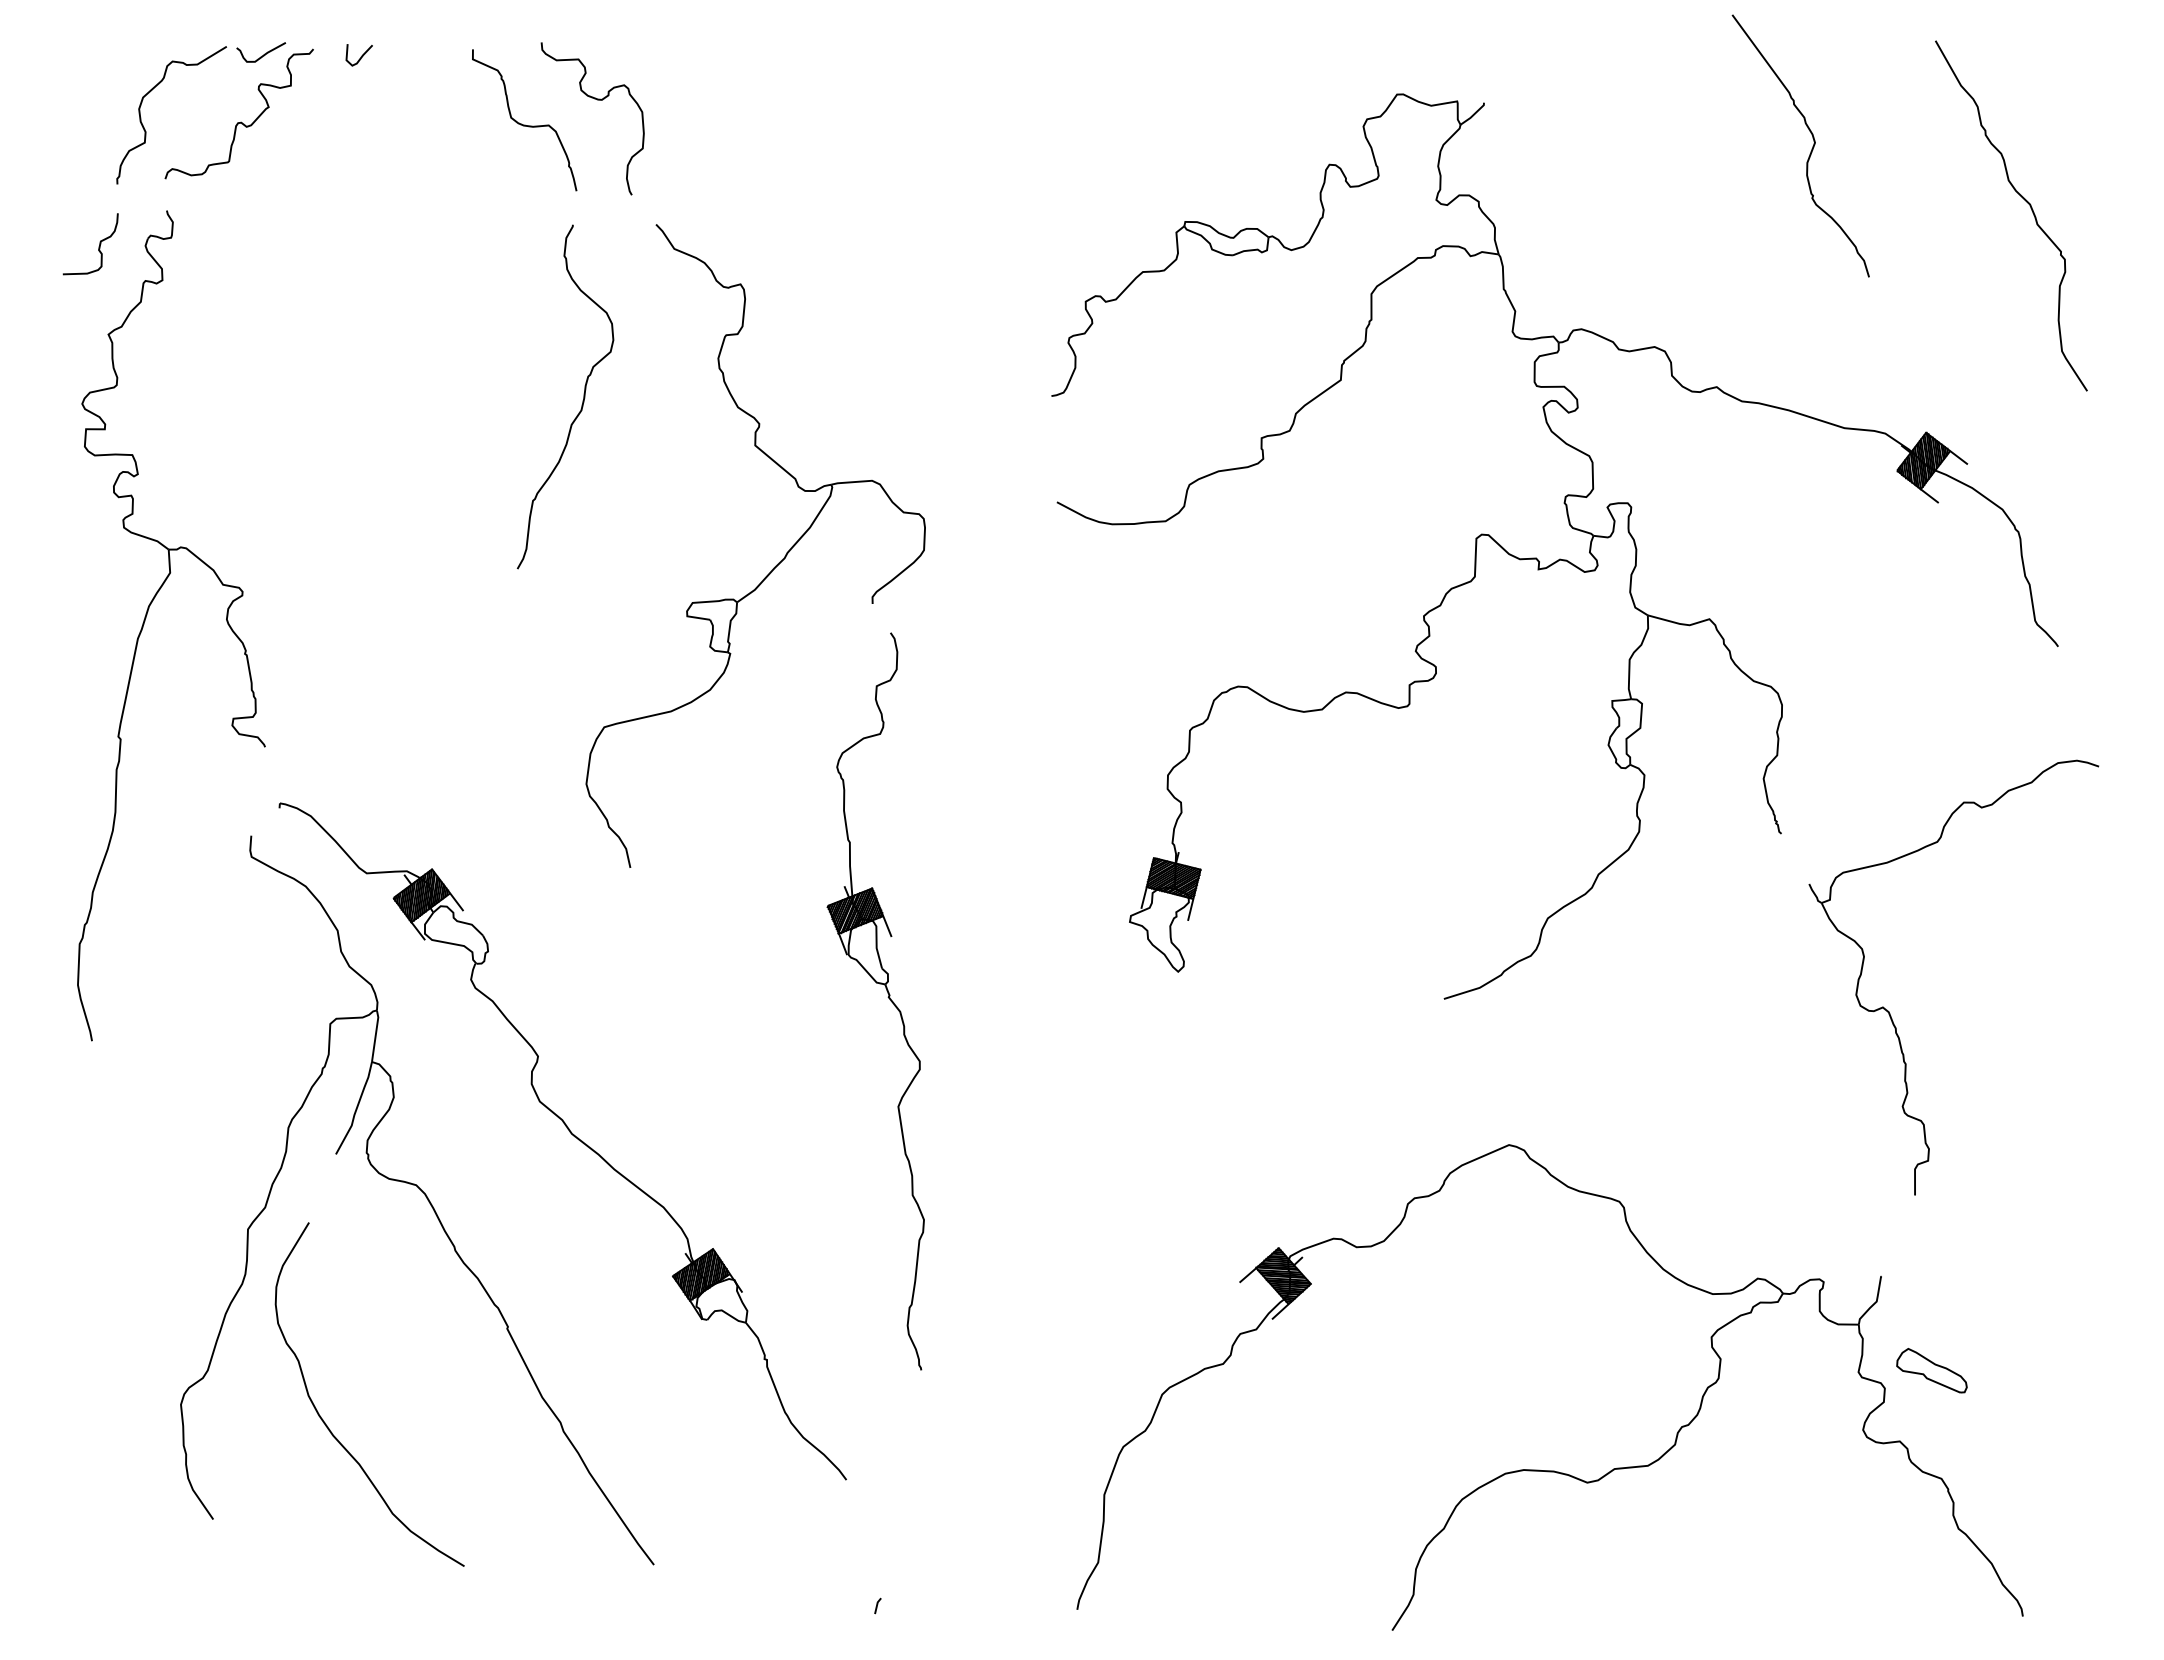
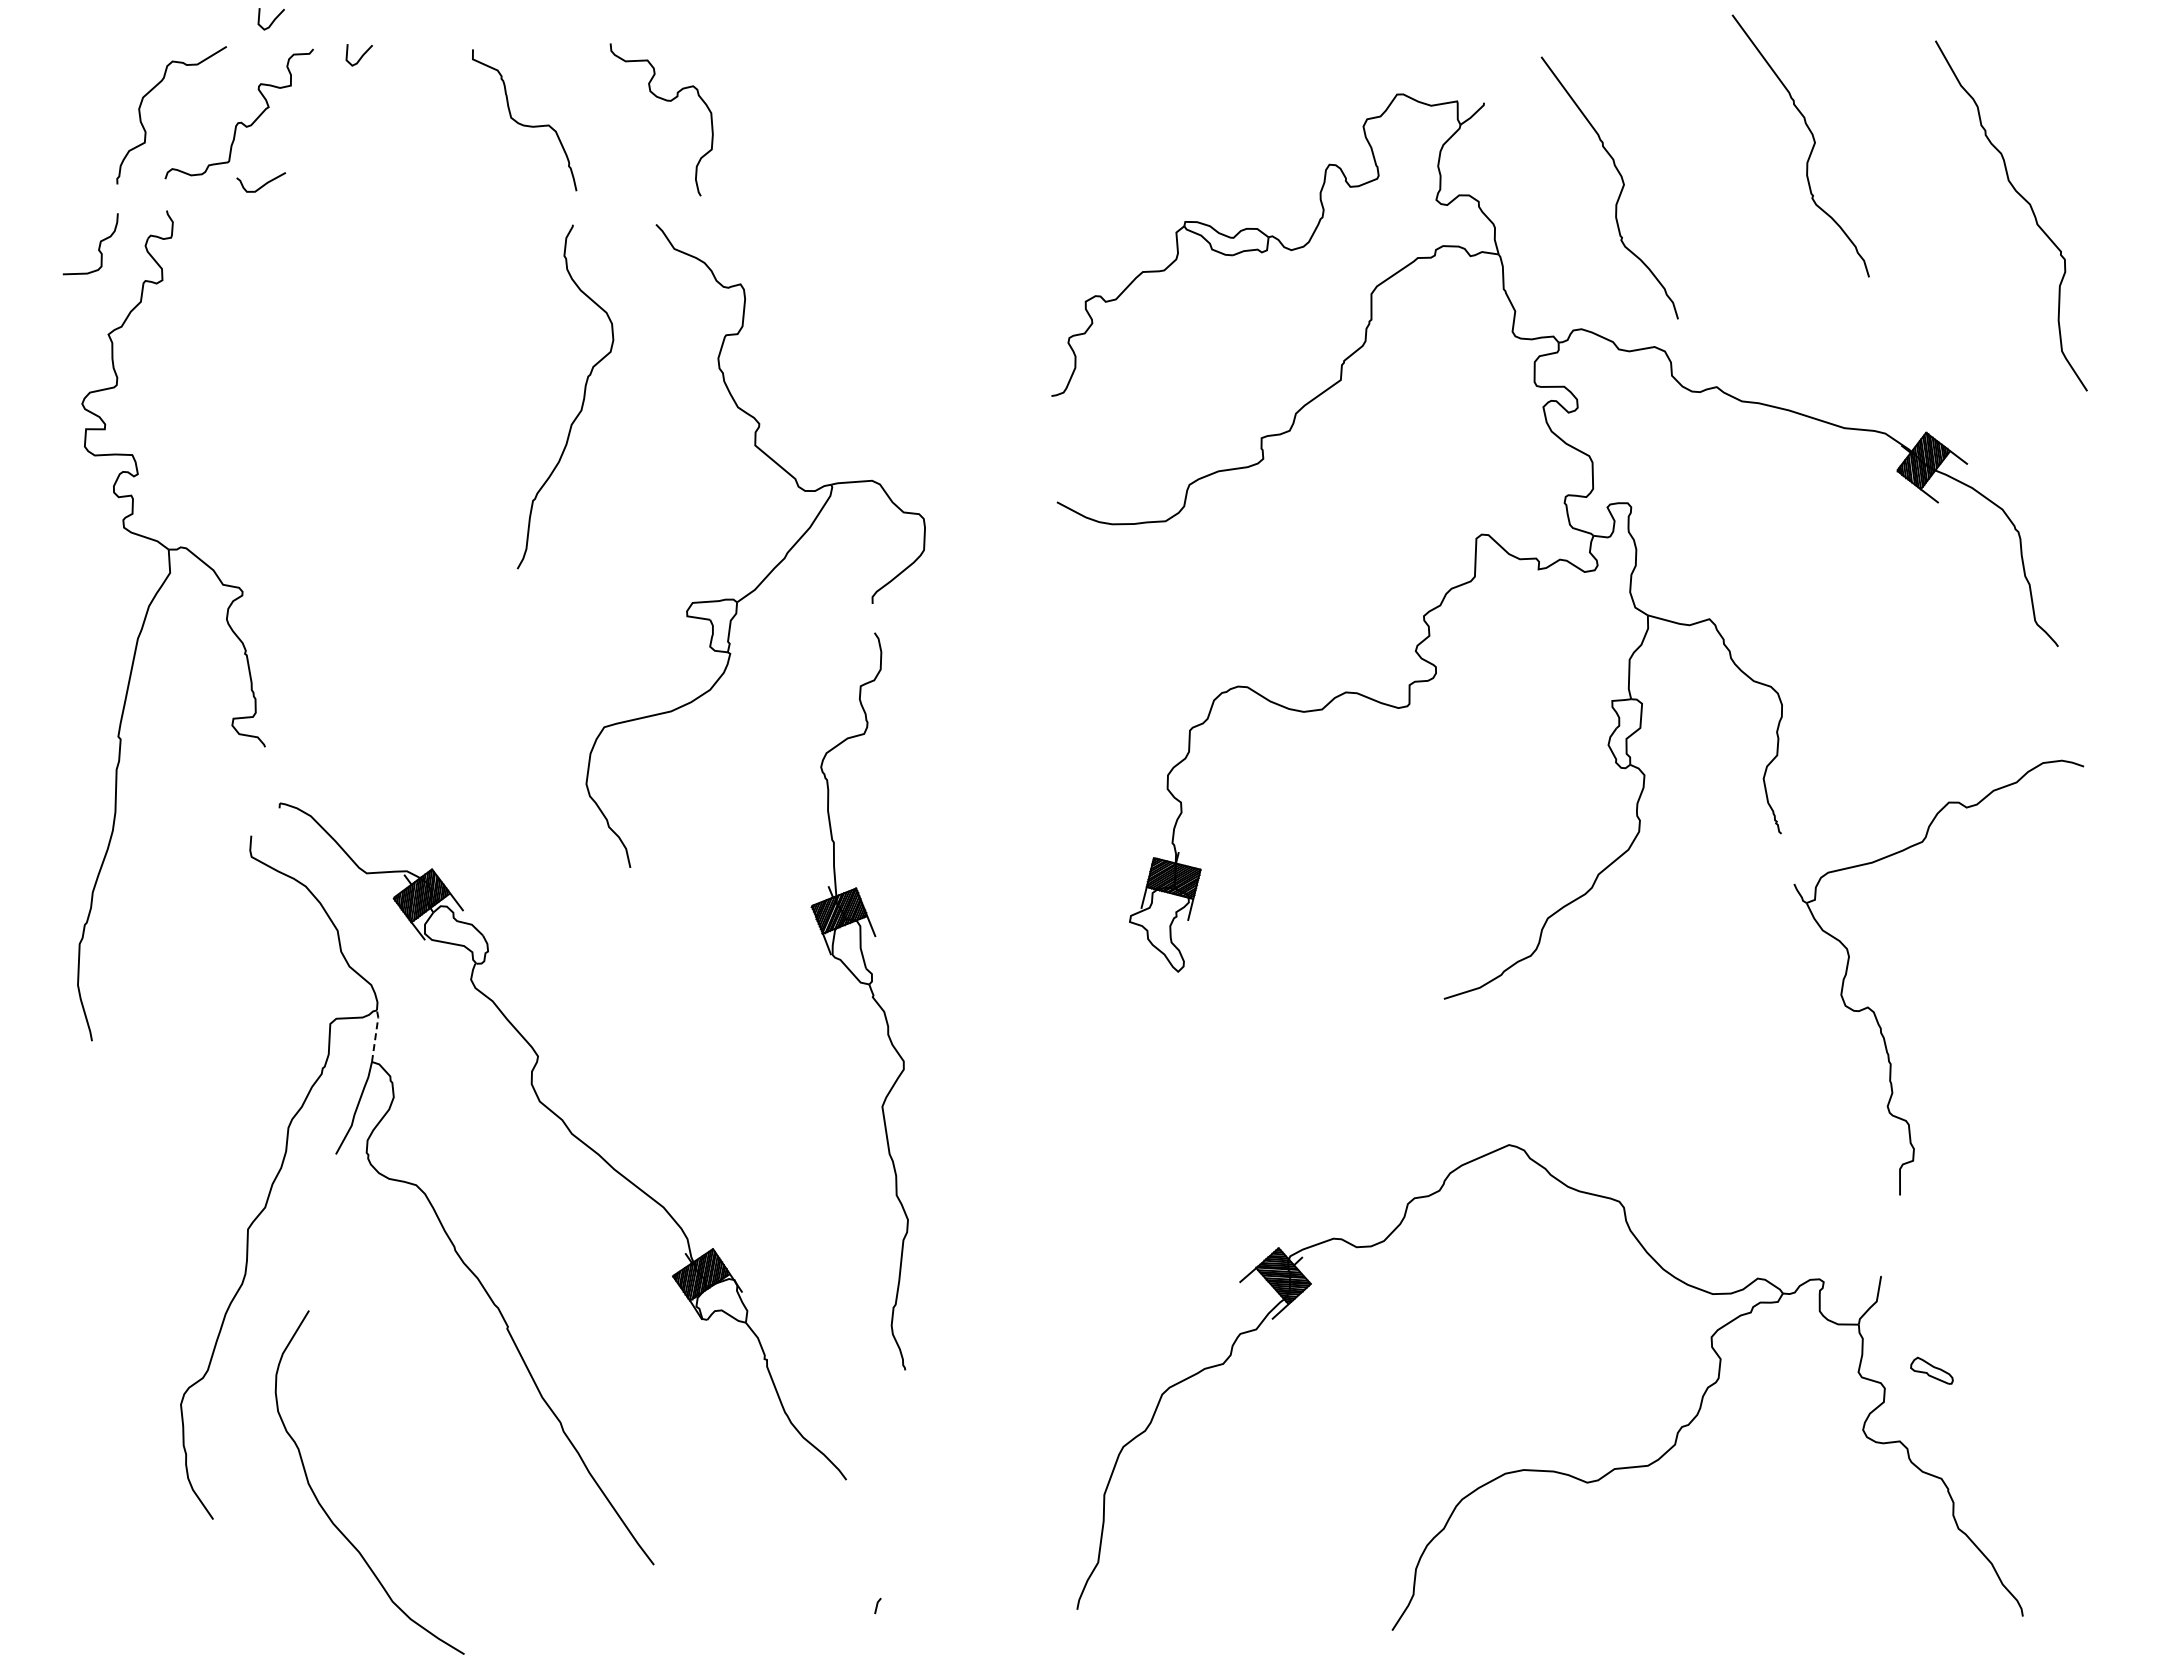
curve at (272, 21): none -> present
curve at (263, 54) position: (263, 54) -> (263, 184)
curve at (597, 100) position: (597, 100) -> (666, 101)
curve at (1620, 190): none -> present
part at (887, 997) position: (887, 997) -> (871, 997)
part at (1889, 1011) position: (1889, 1011) -> (1874, 1011)
line at (375, 1034): solid -> dashed
part at (1931, 1370) size: 72x46 px -> 44x29 px
curve at (325, 1422) position: (325, 1422) -> (325, 1510)
